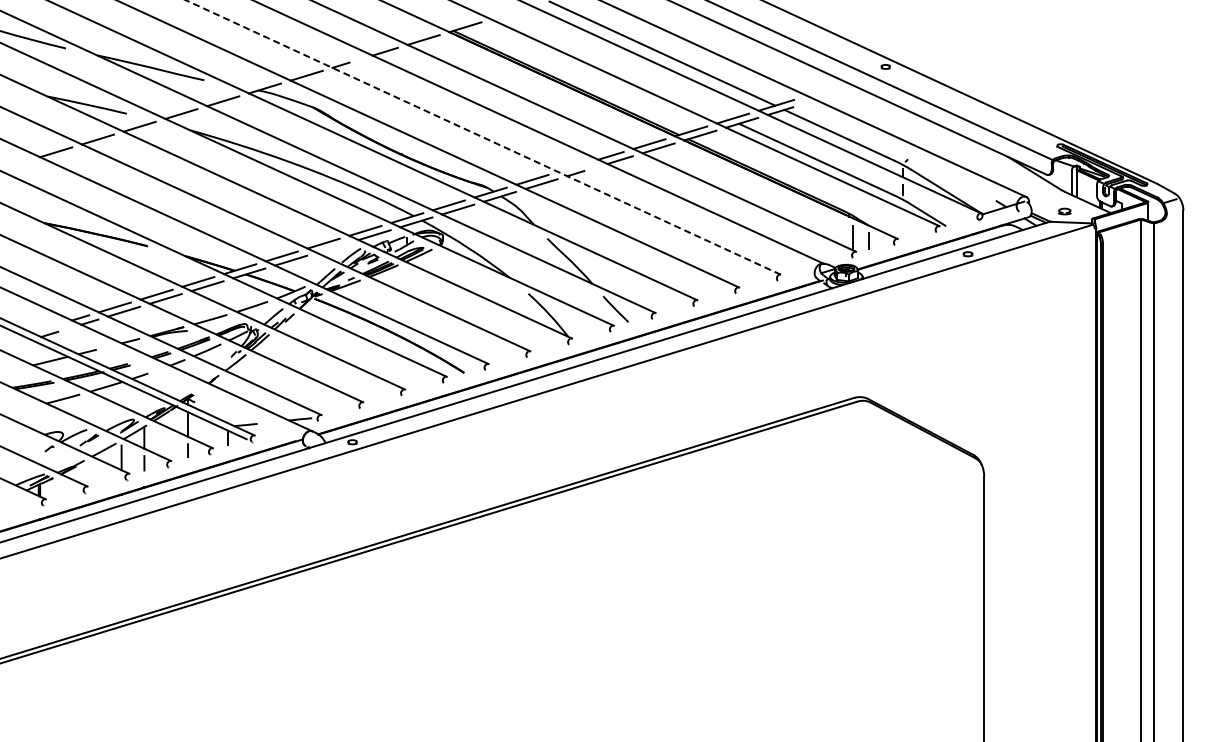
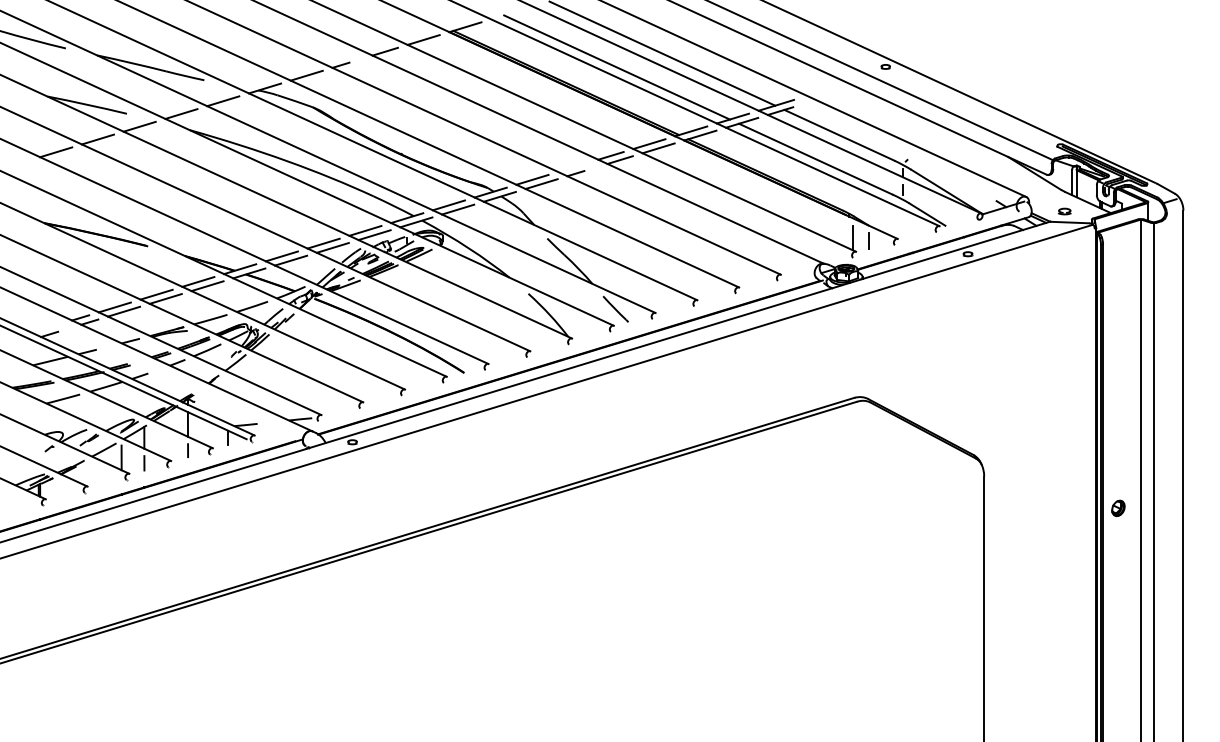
line at (616, 67): none -> present
line at (483, 137): dashed -> solid
line at (332, 247): none -> present
part at (1118, 508): none -> present
